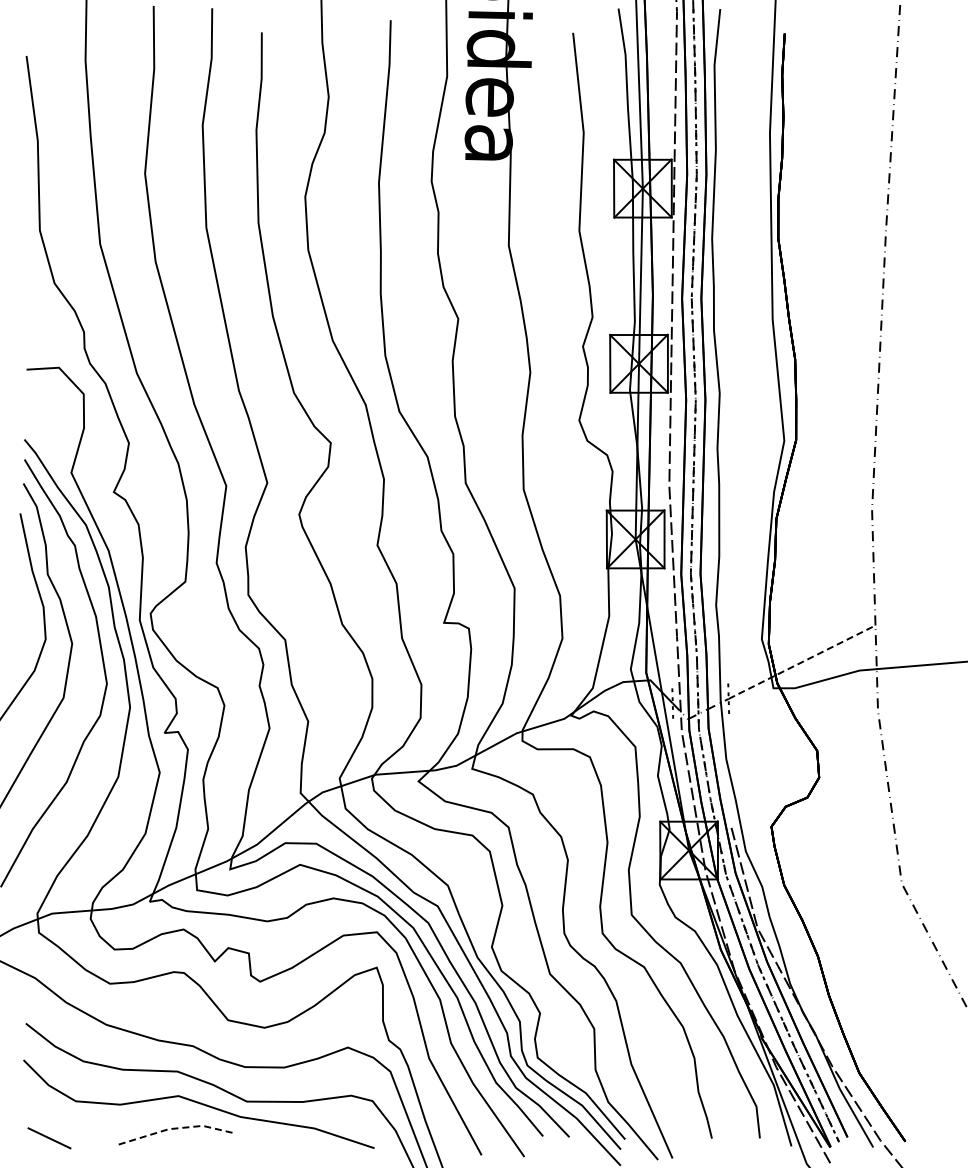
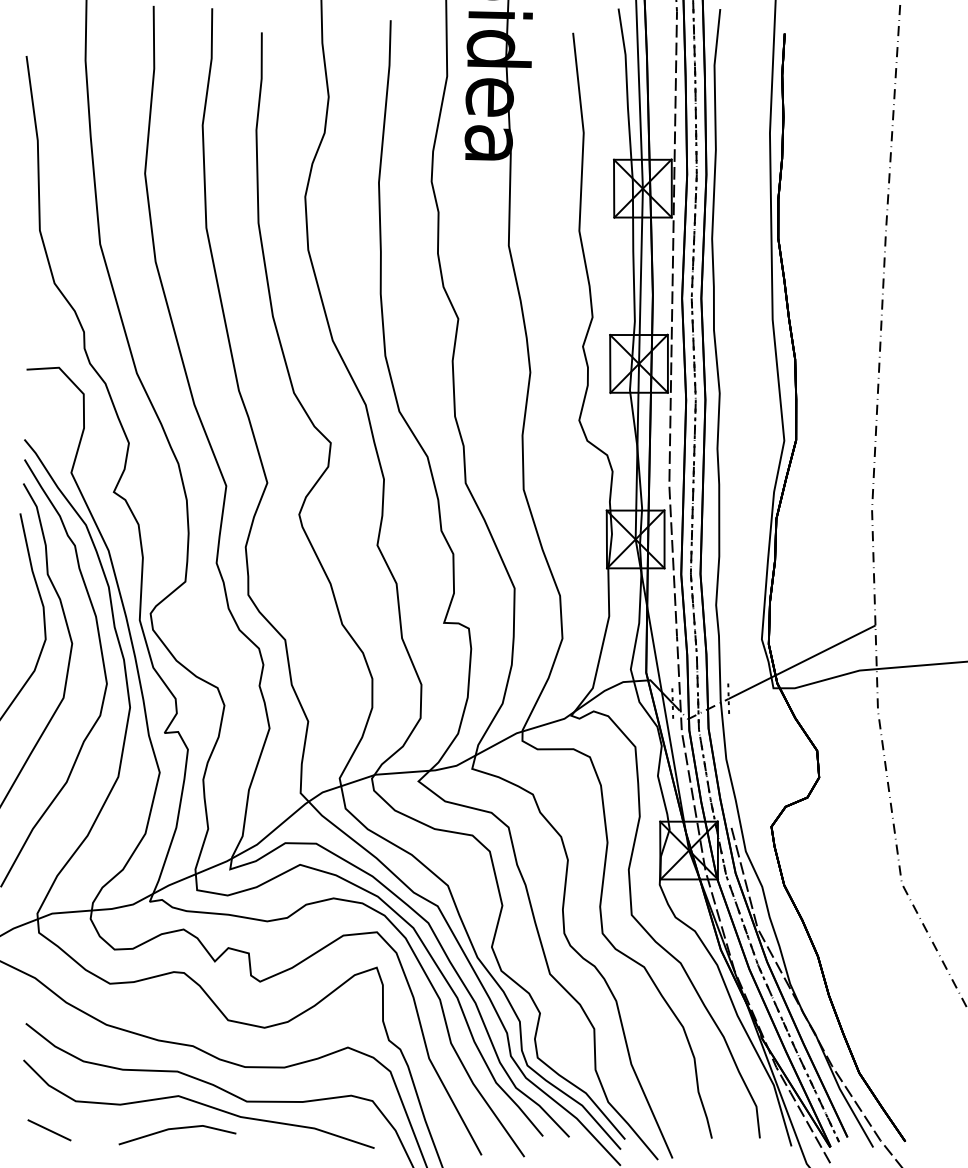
line at (802, 661): dashed -> solid
line at (177, 1128): dashed -> solid
line at (49, 1138) position: (49, 1138) -> (49, 1130)
